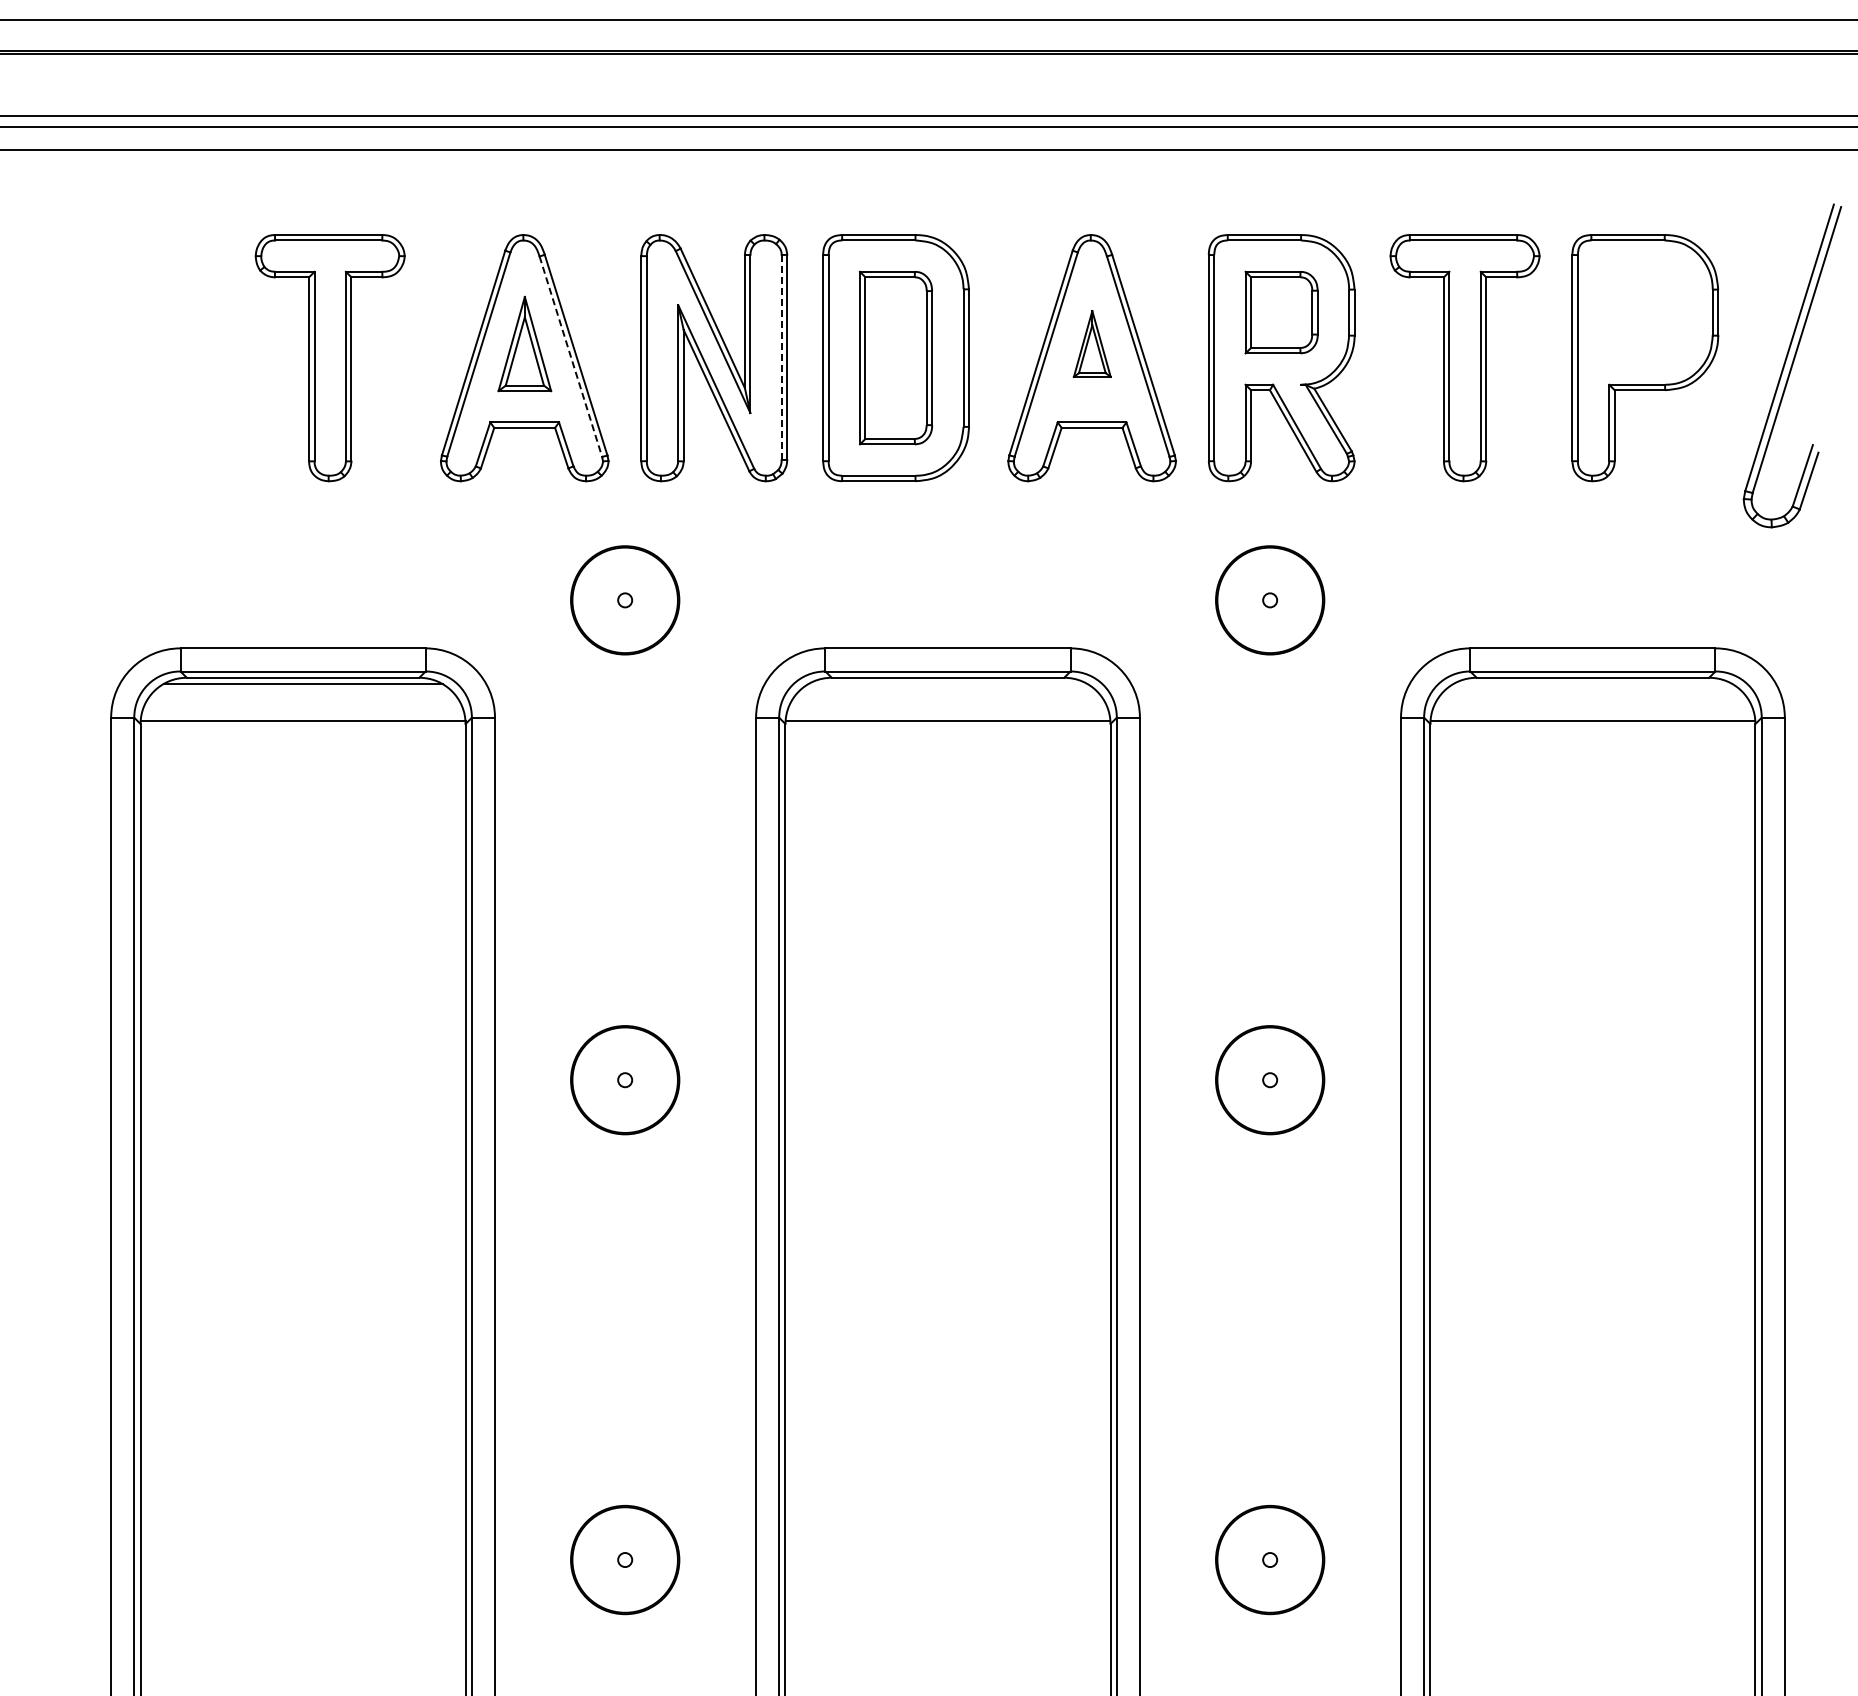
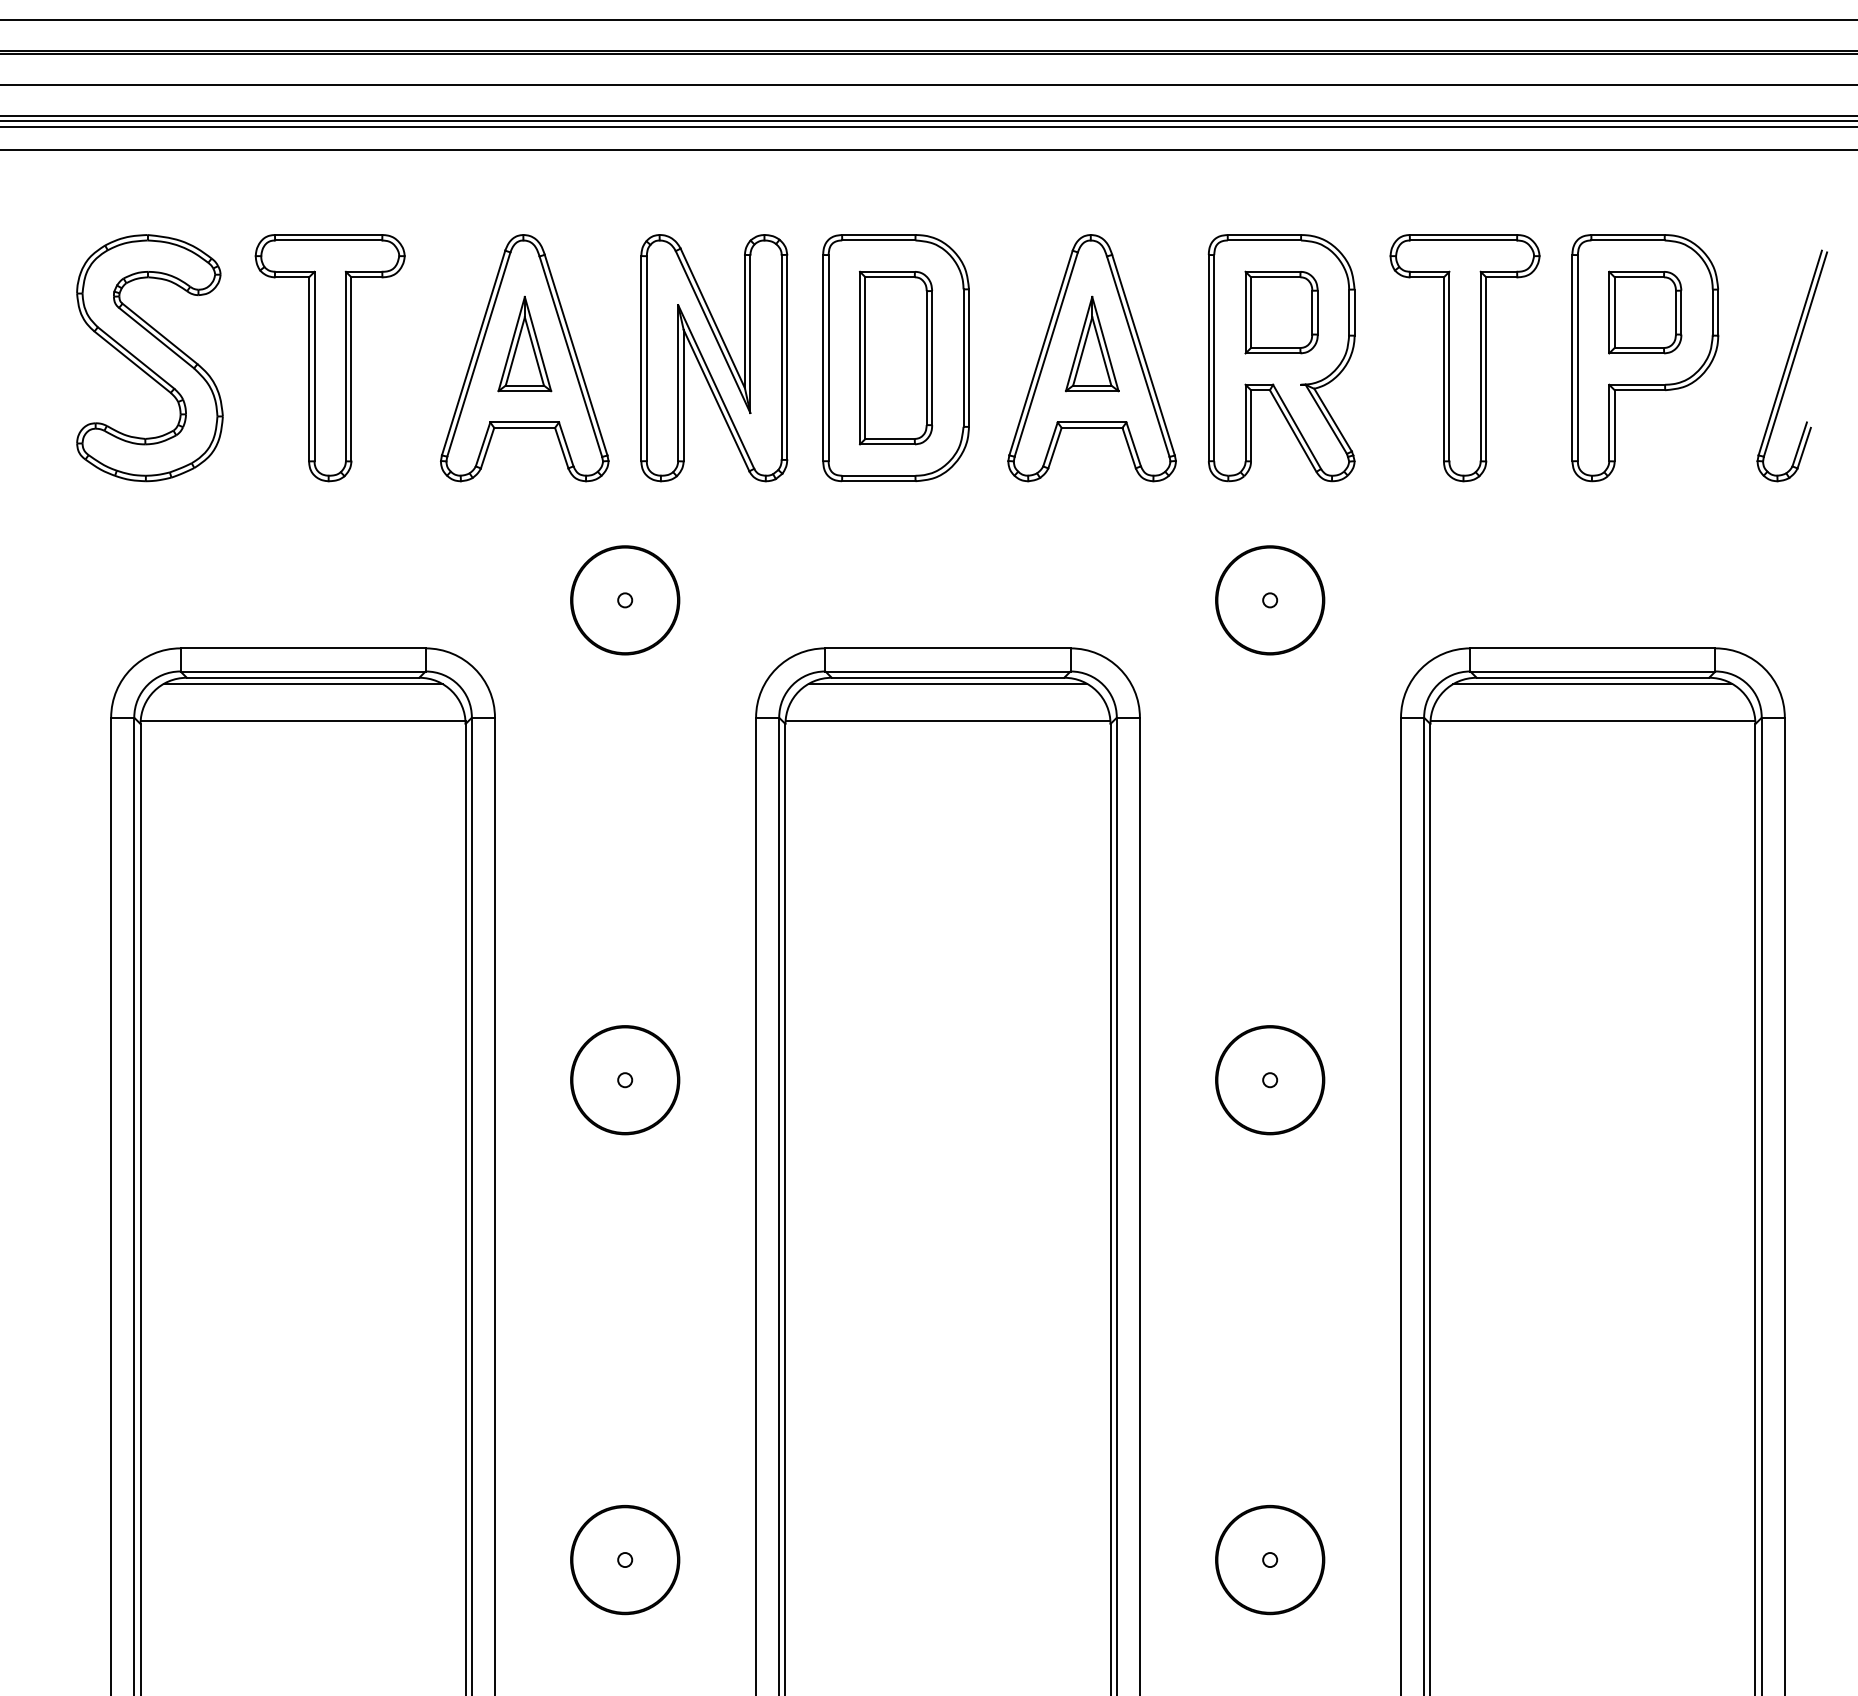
line at (928, 84): none -> present
line at (928, 120): none -> present
part at (1645, 312): none -> present
part at (1091, 343) size: 40x68 px -> 55x98 px
line at (571, 357): dashed -> solid
line at (781, 357): dashed -> solid
part at (149, 358): none -> present
part at (1792, 365) size: 101x326 px -> 72x234 px
line at (947, 683): none -> present
line at (1592, 683): none -> present
